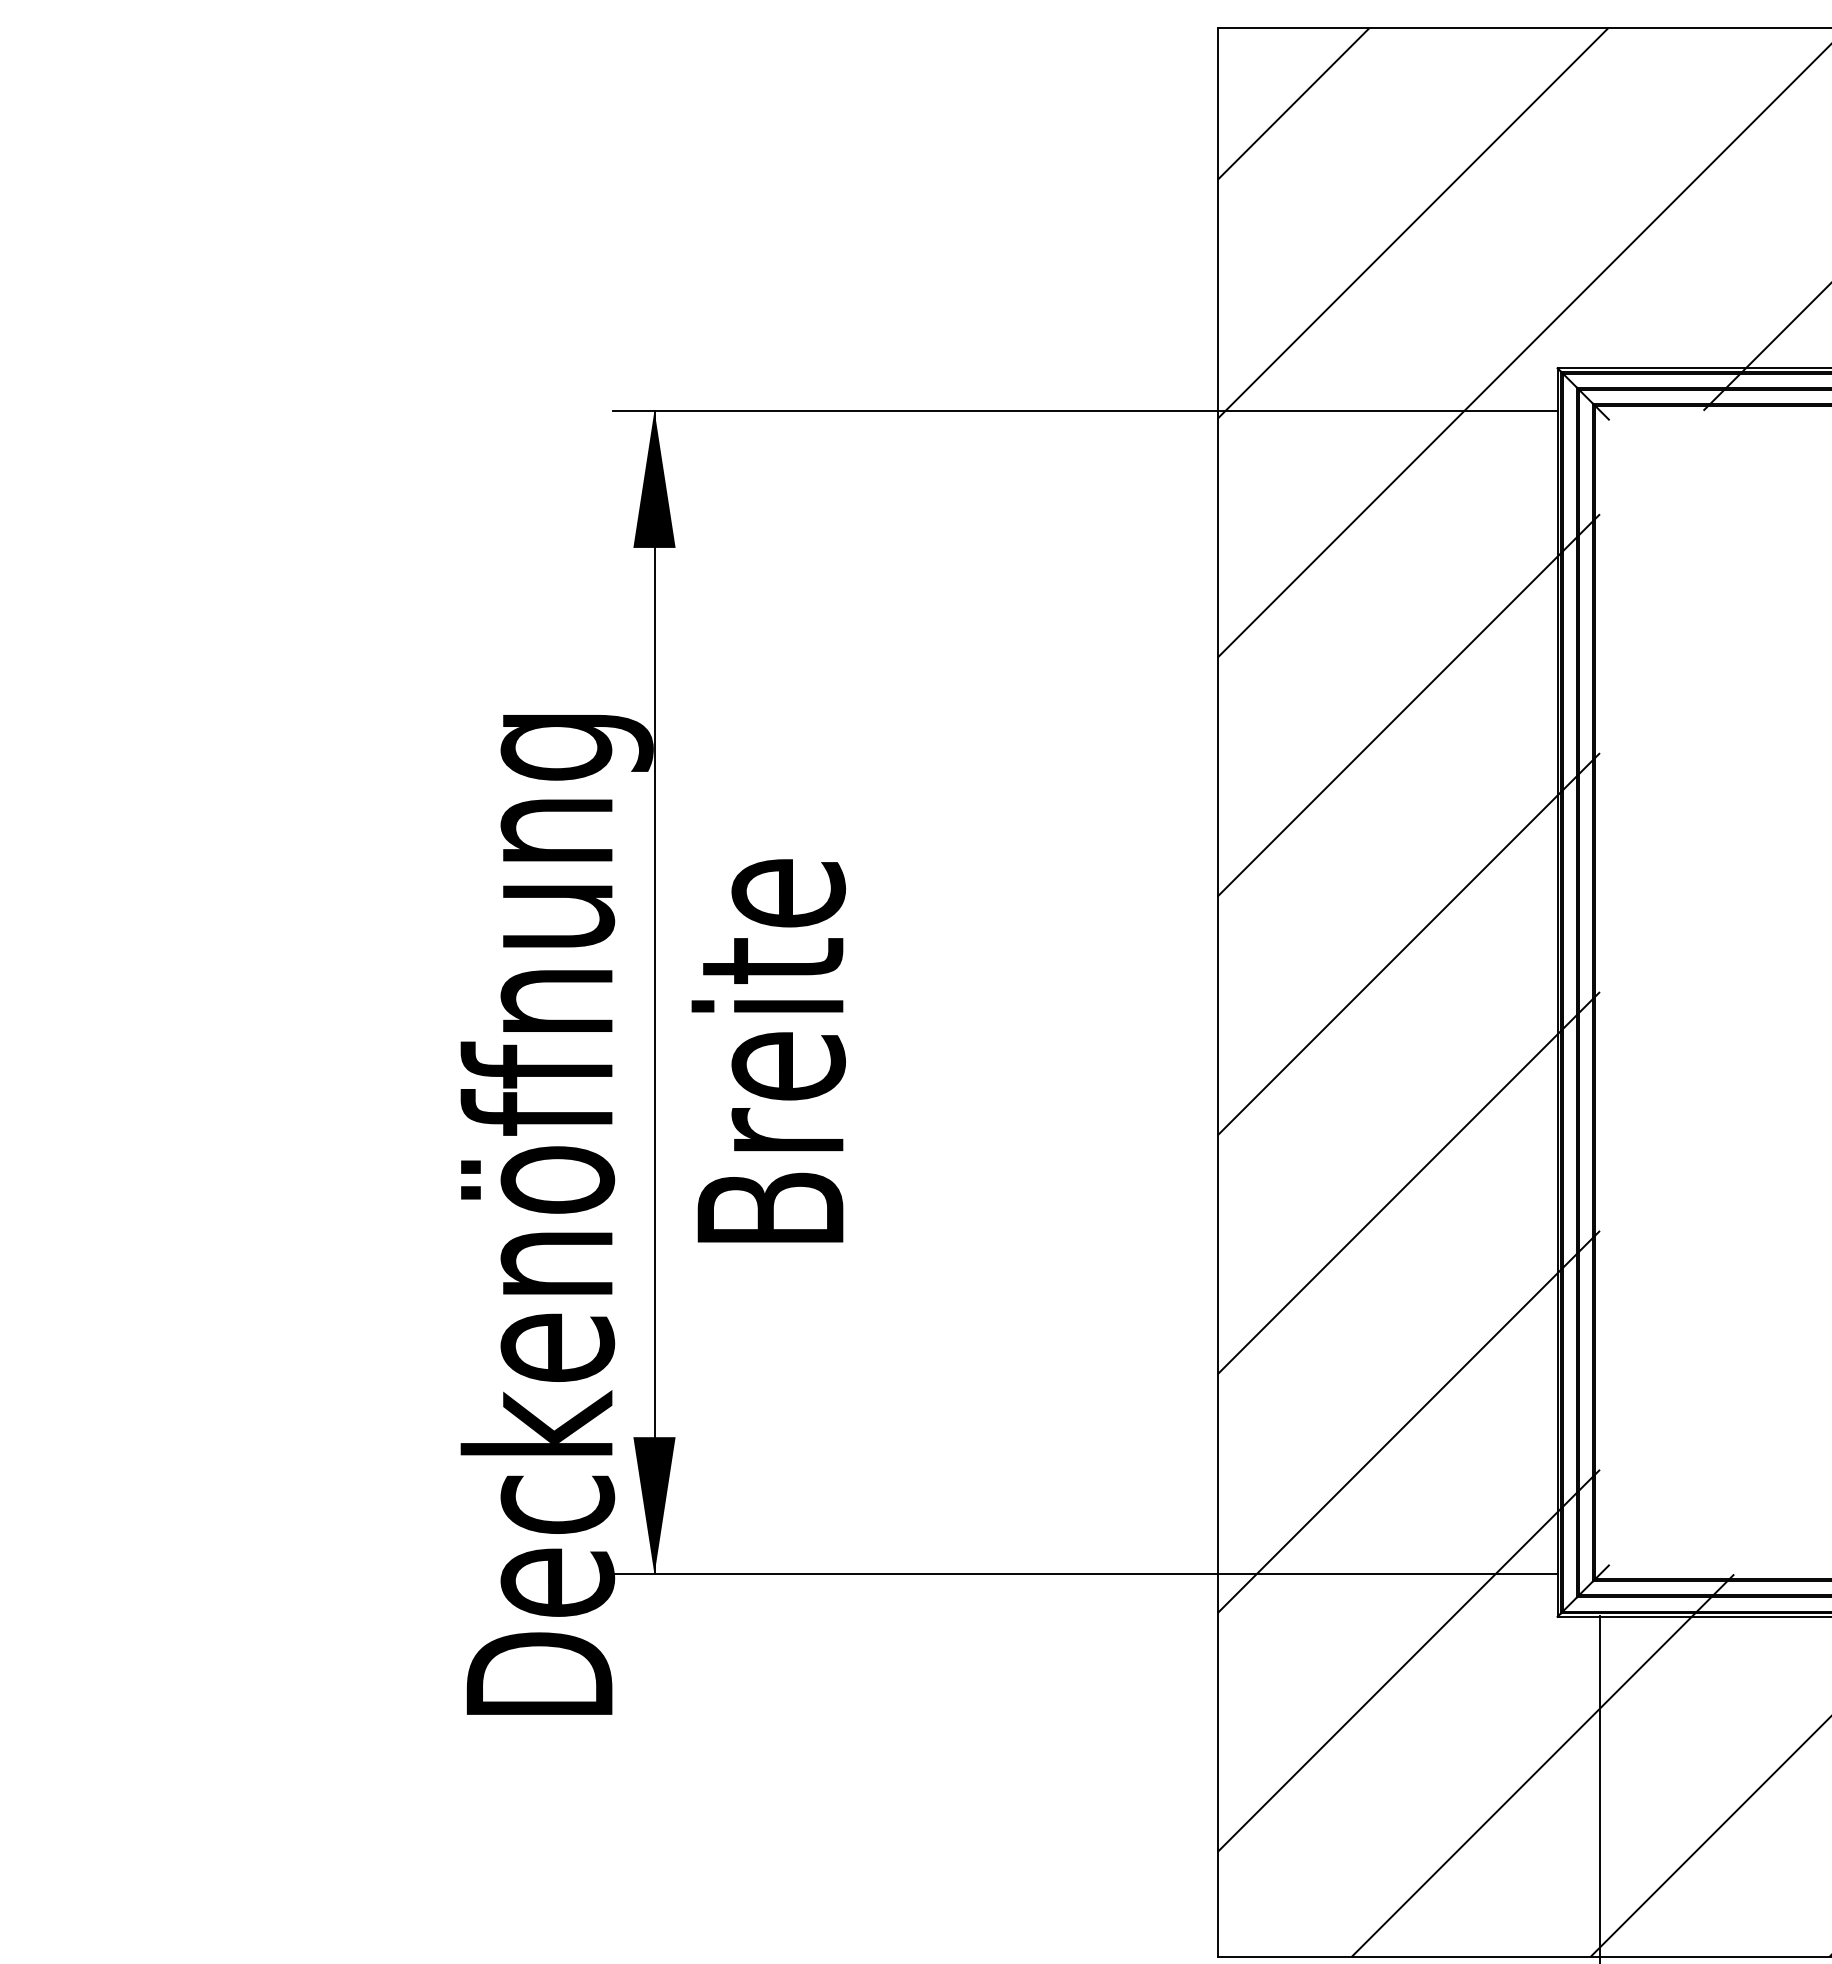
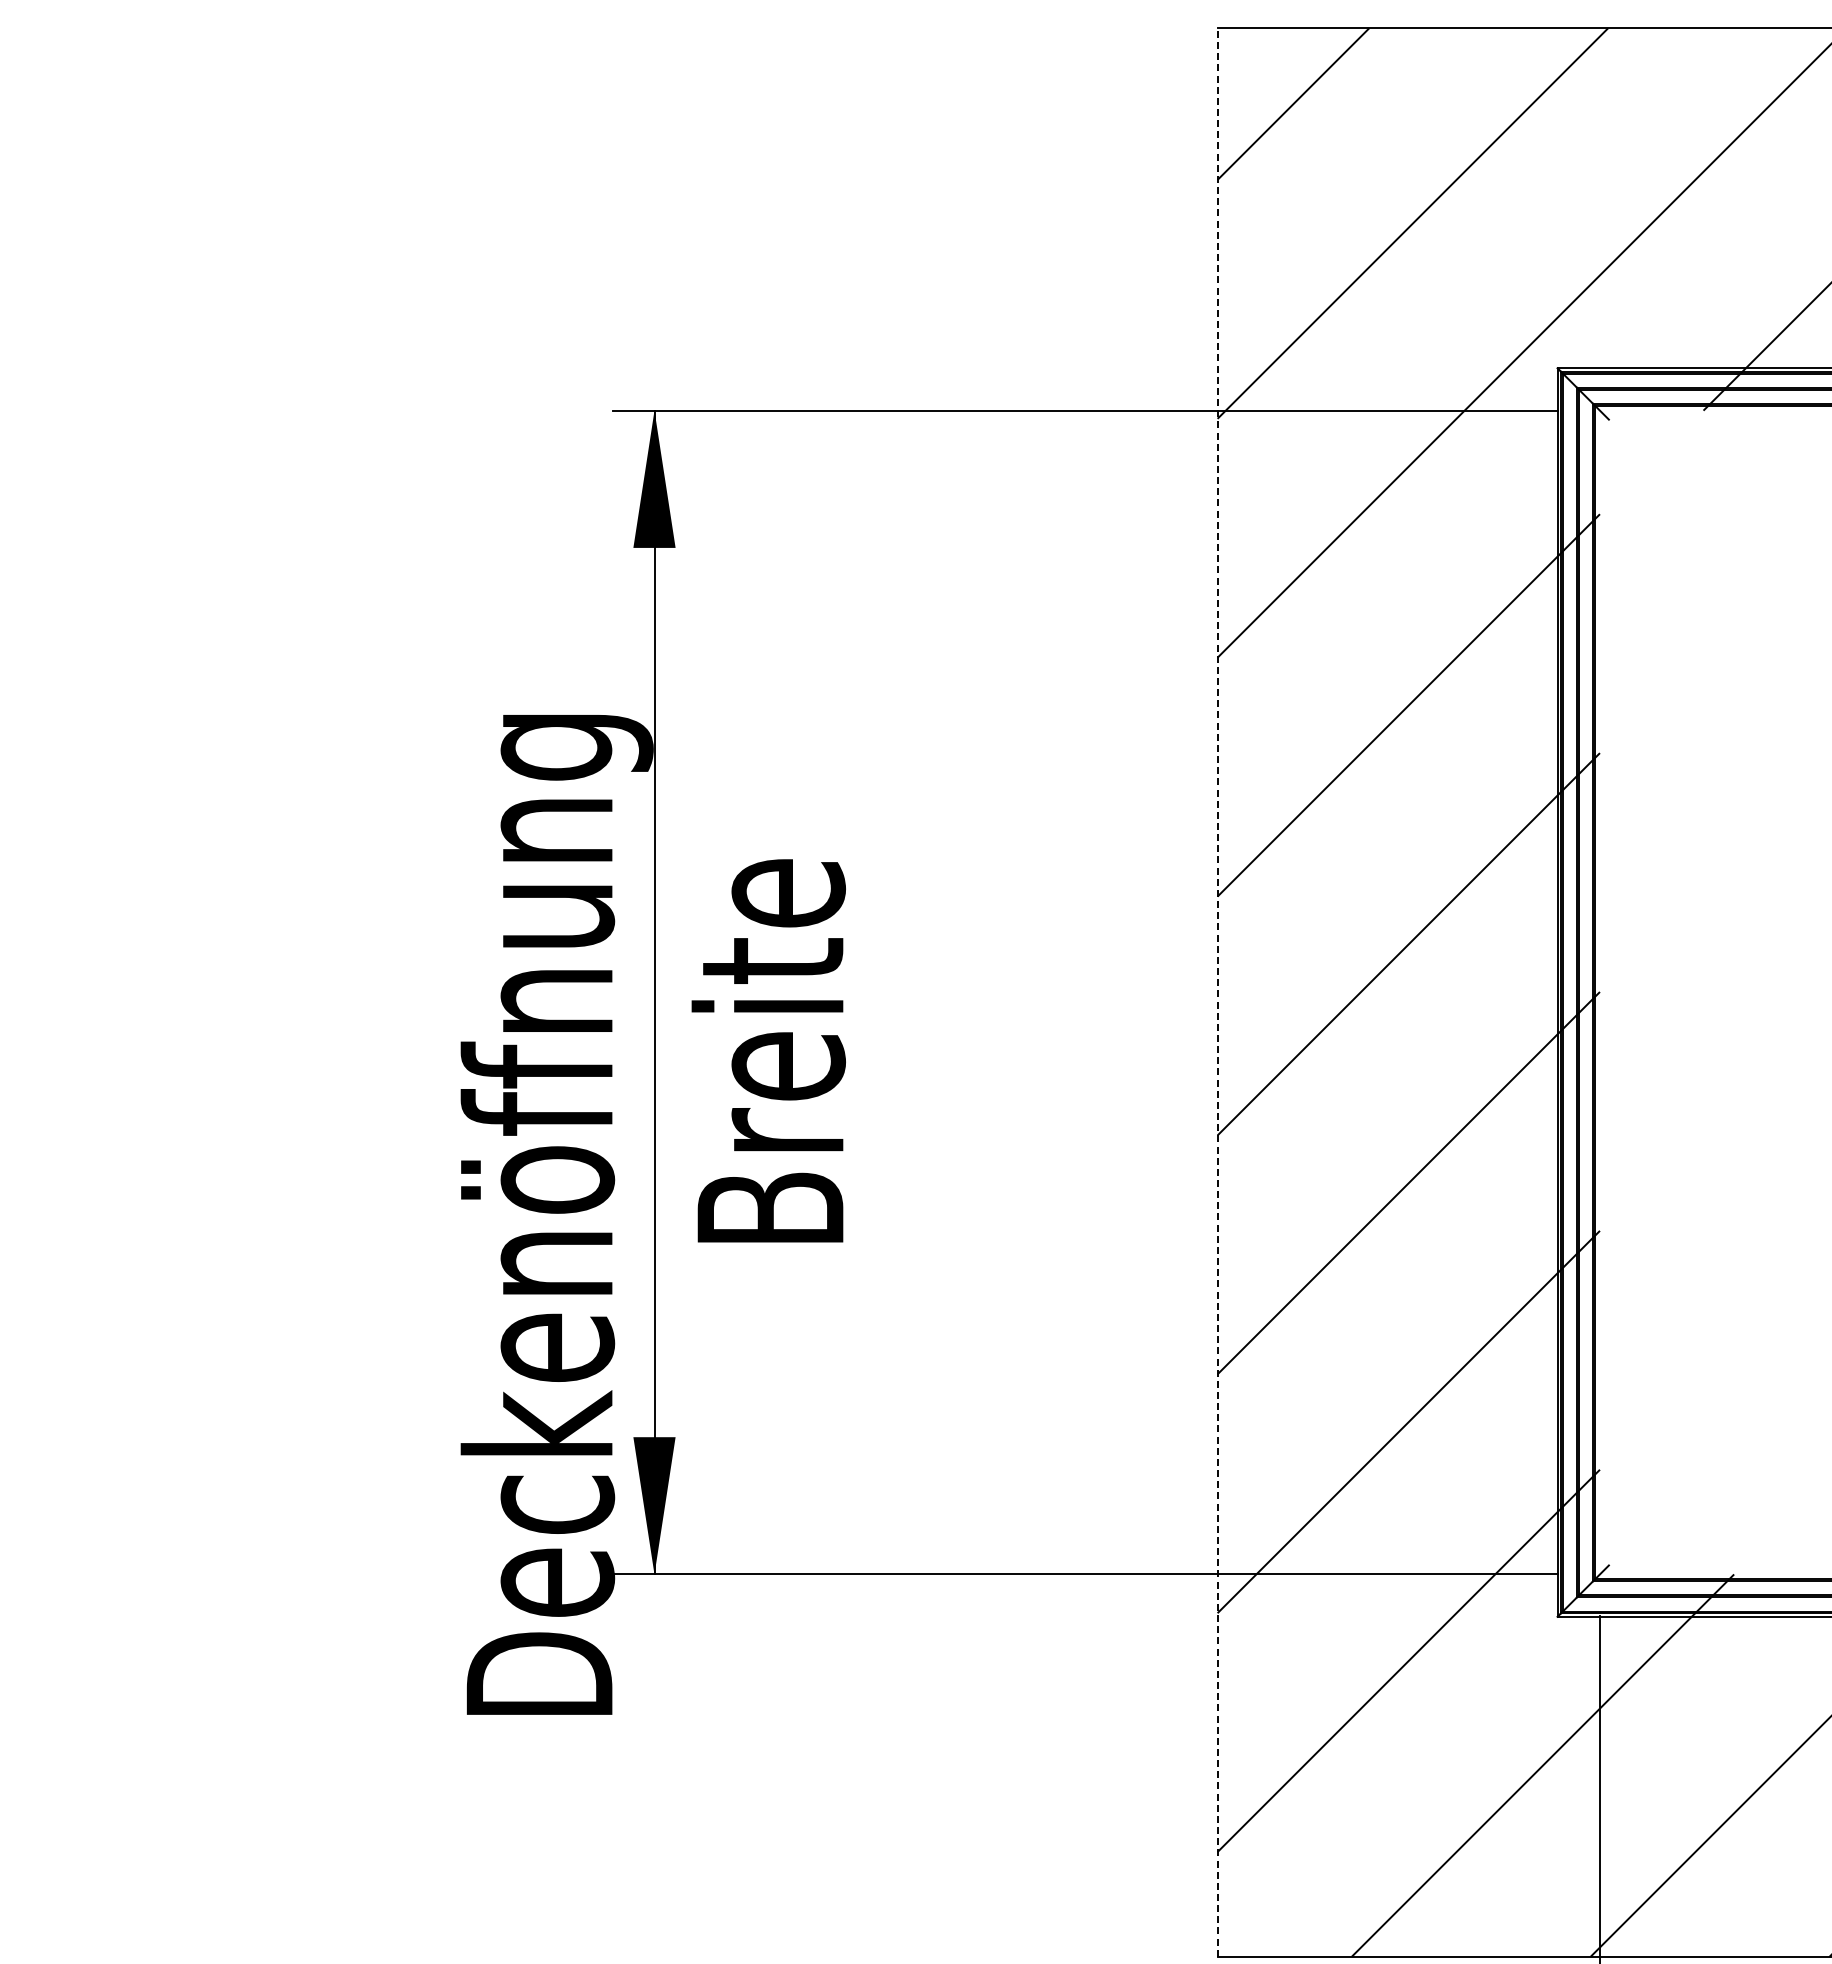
line at (1217, 992): solid -> dashed
